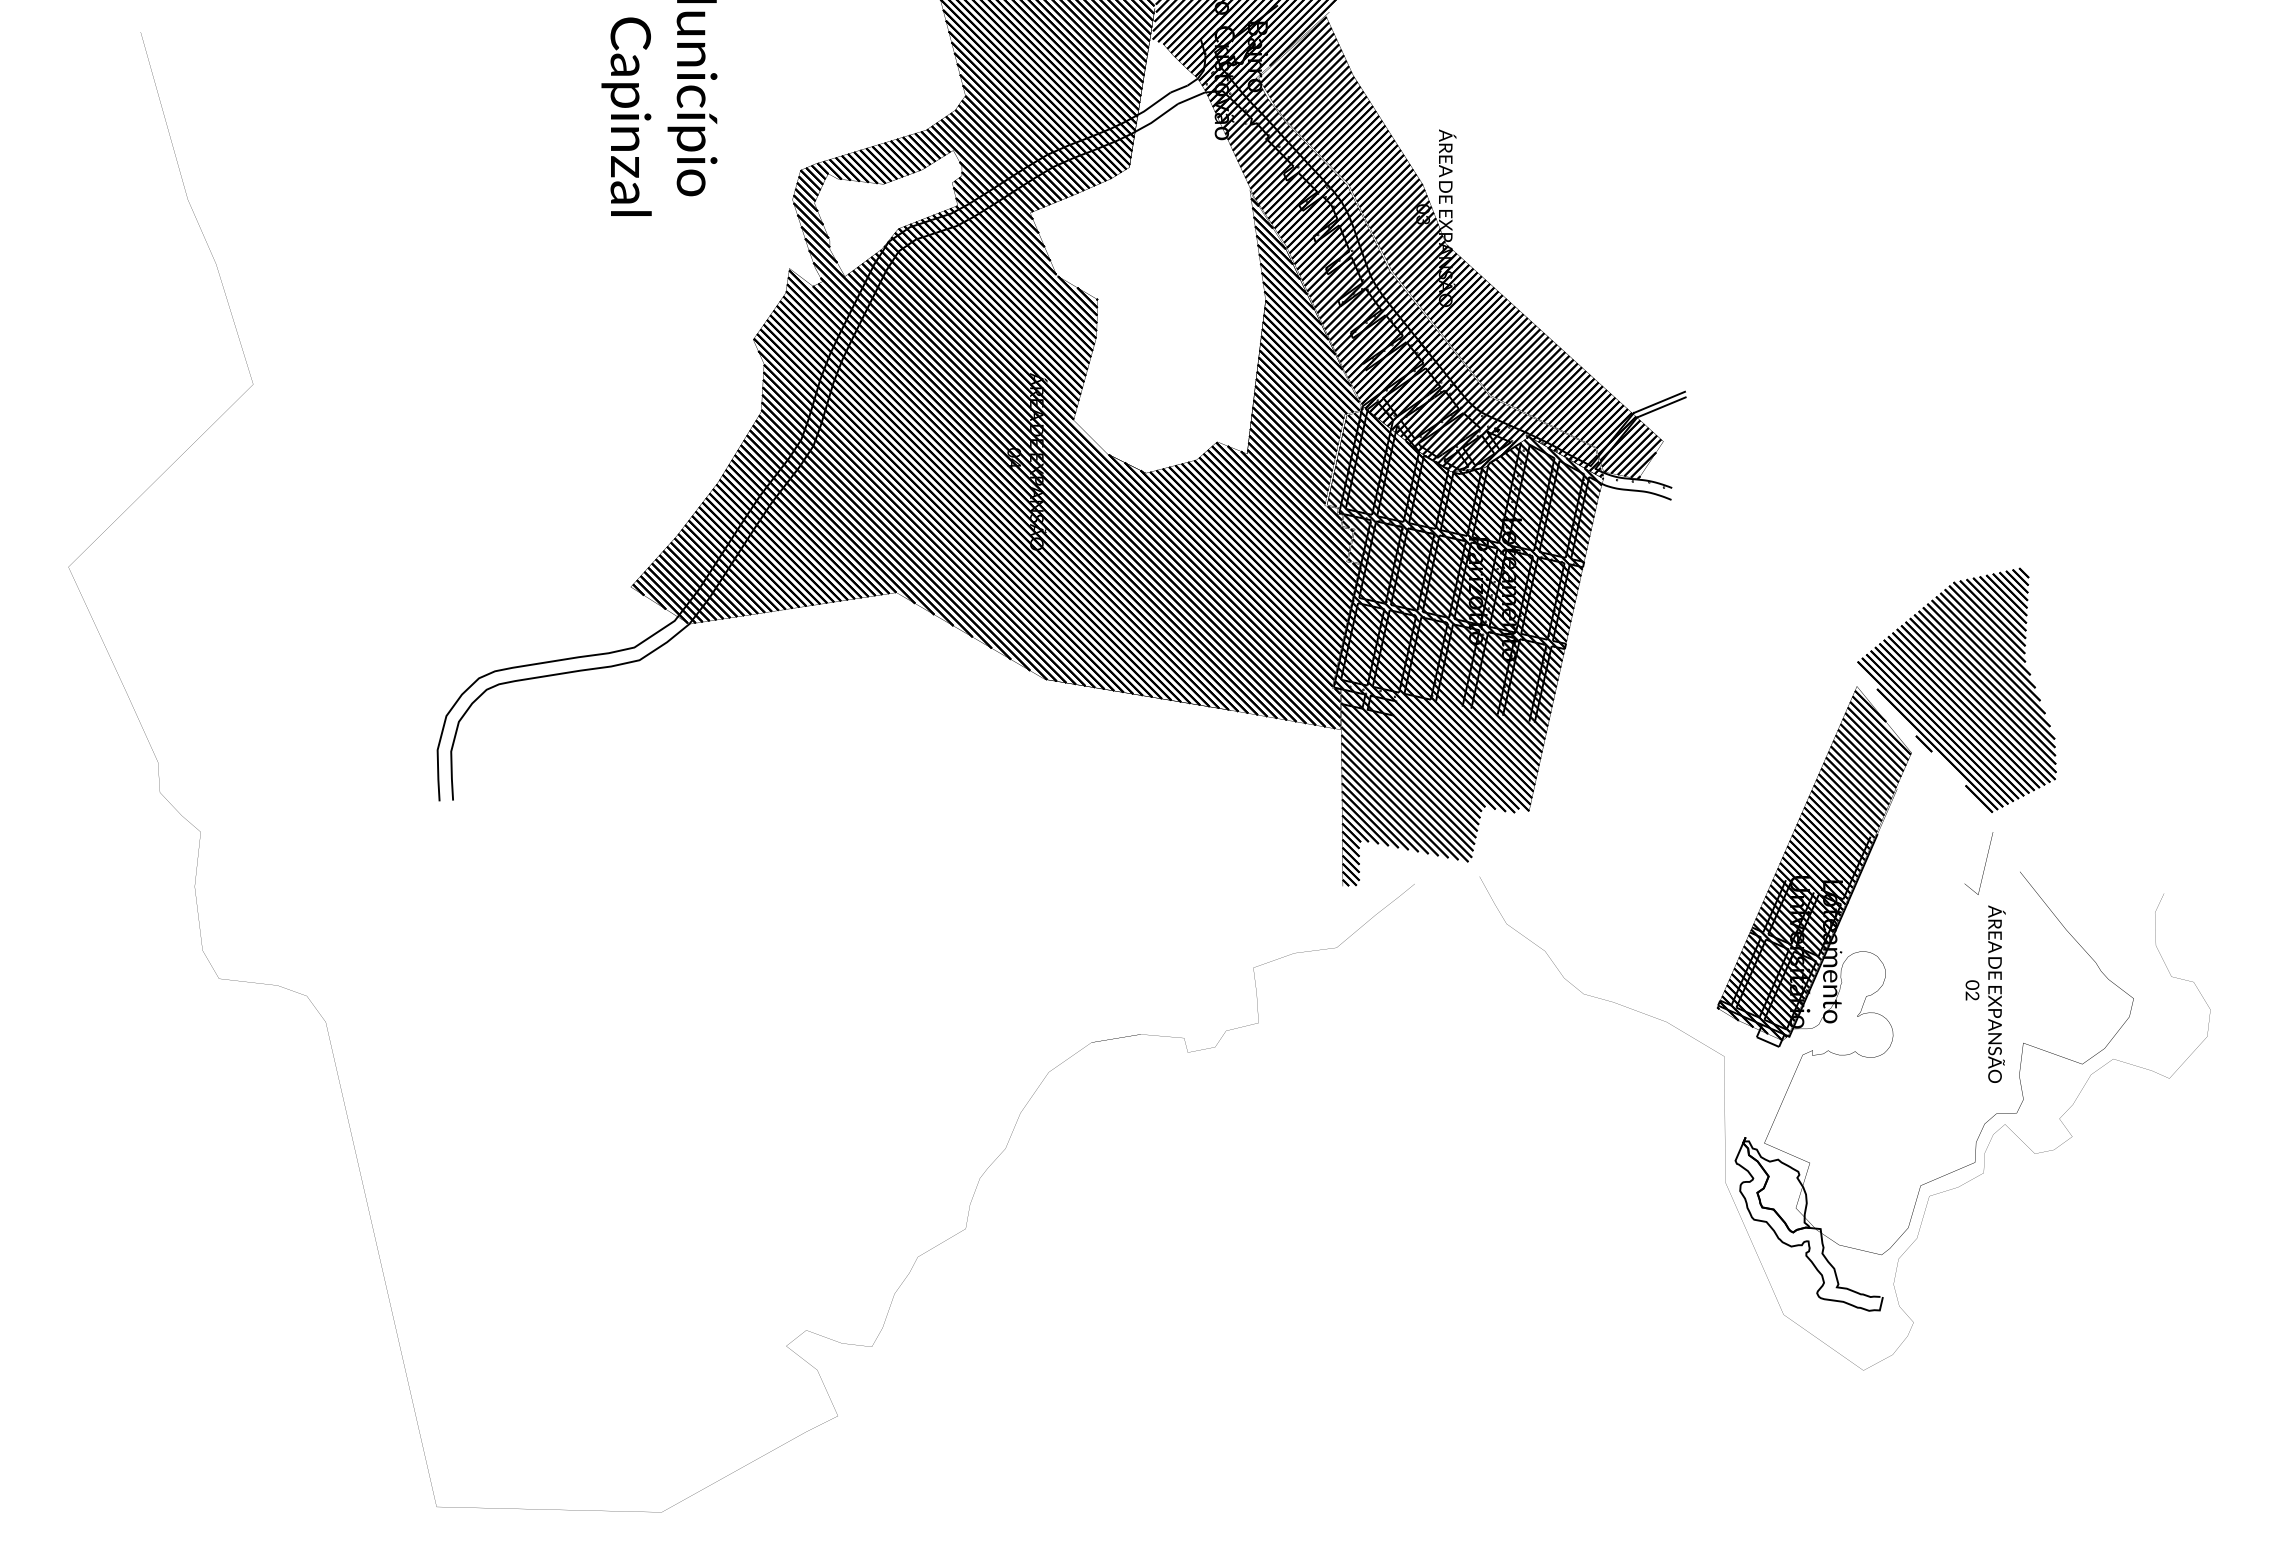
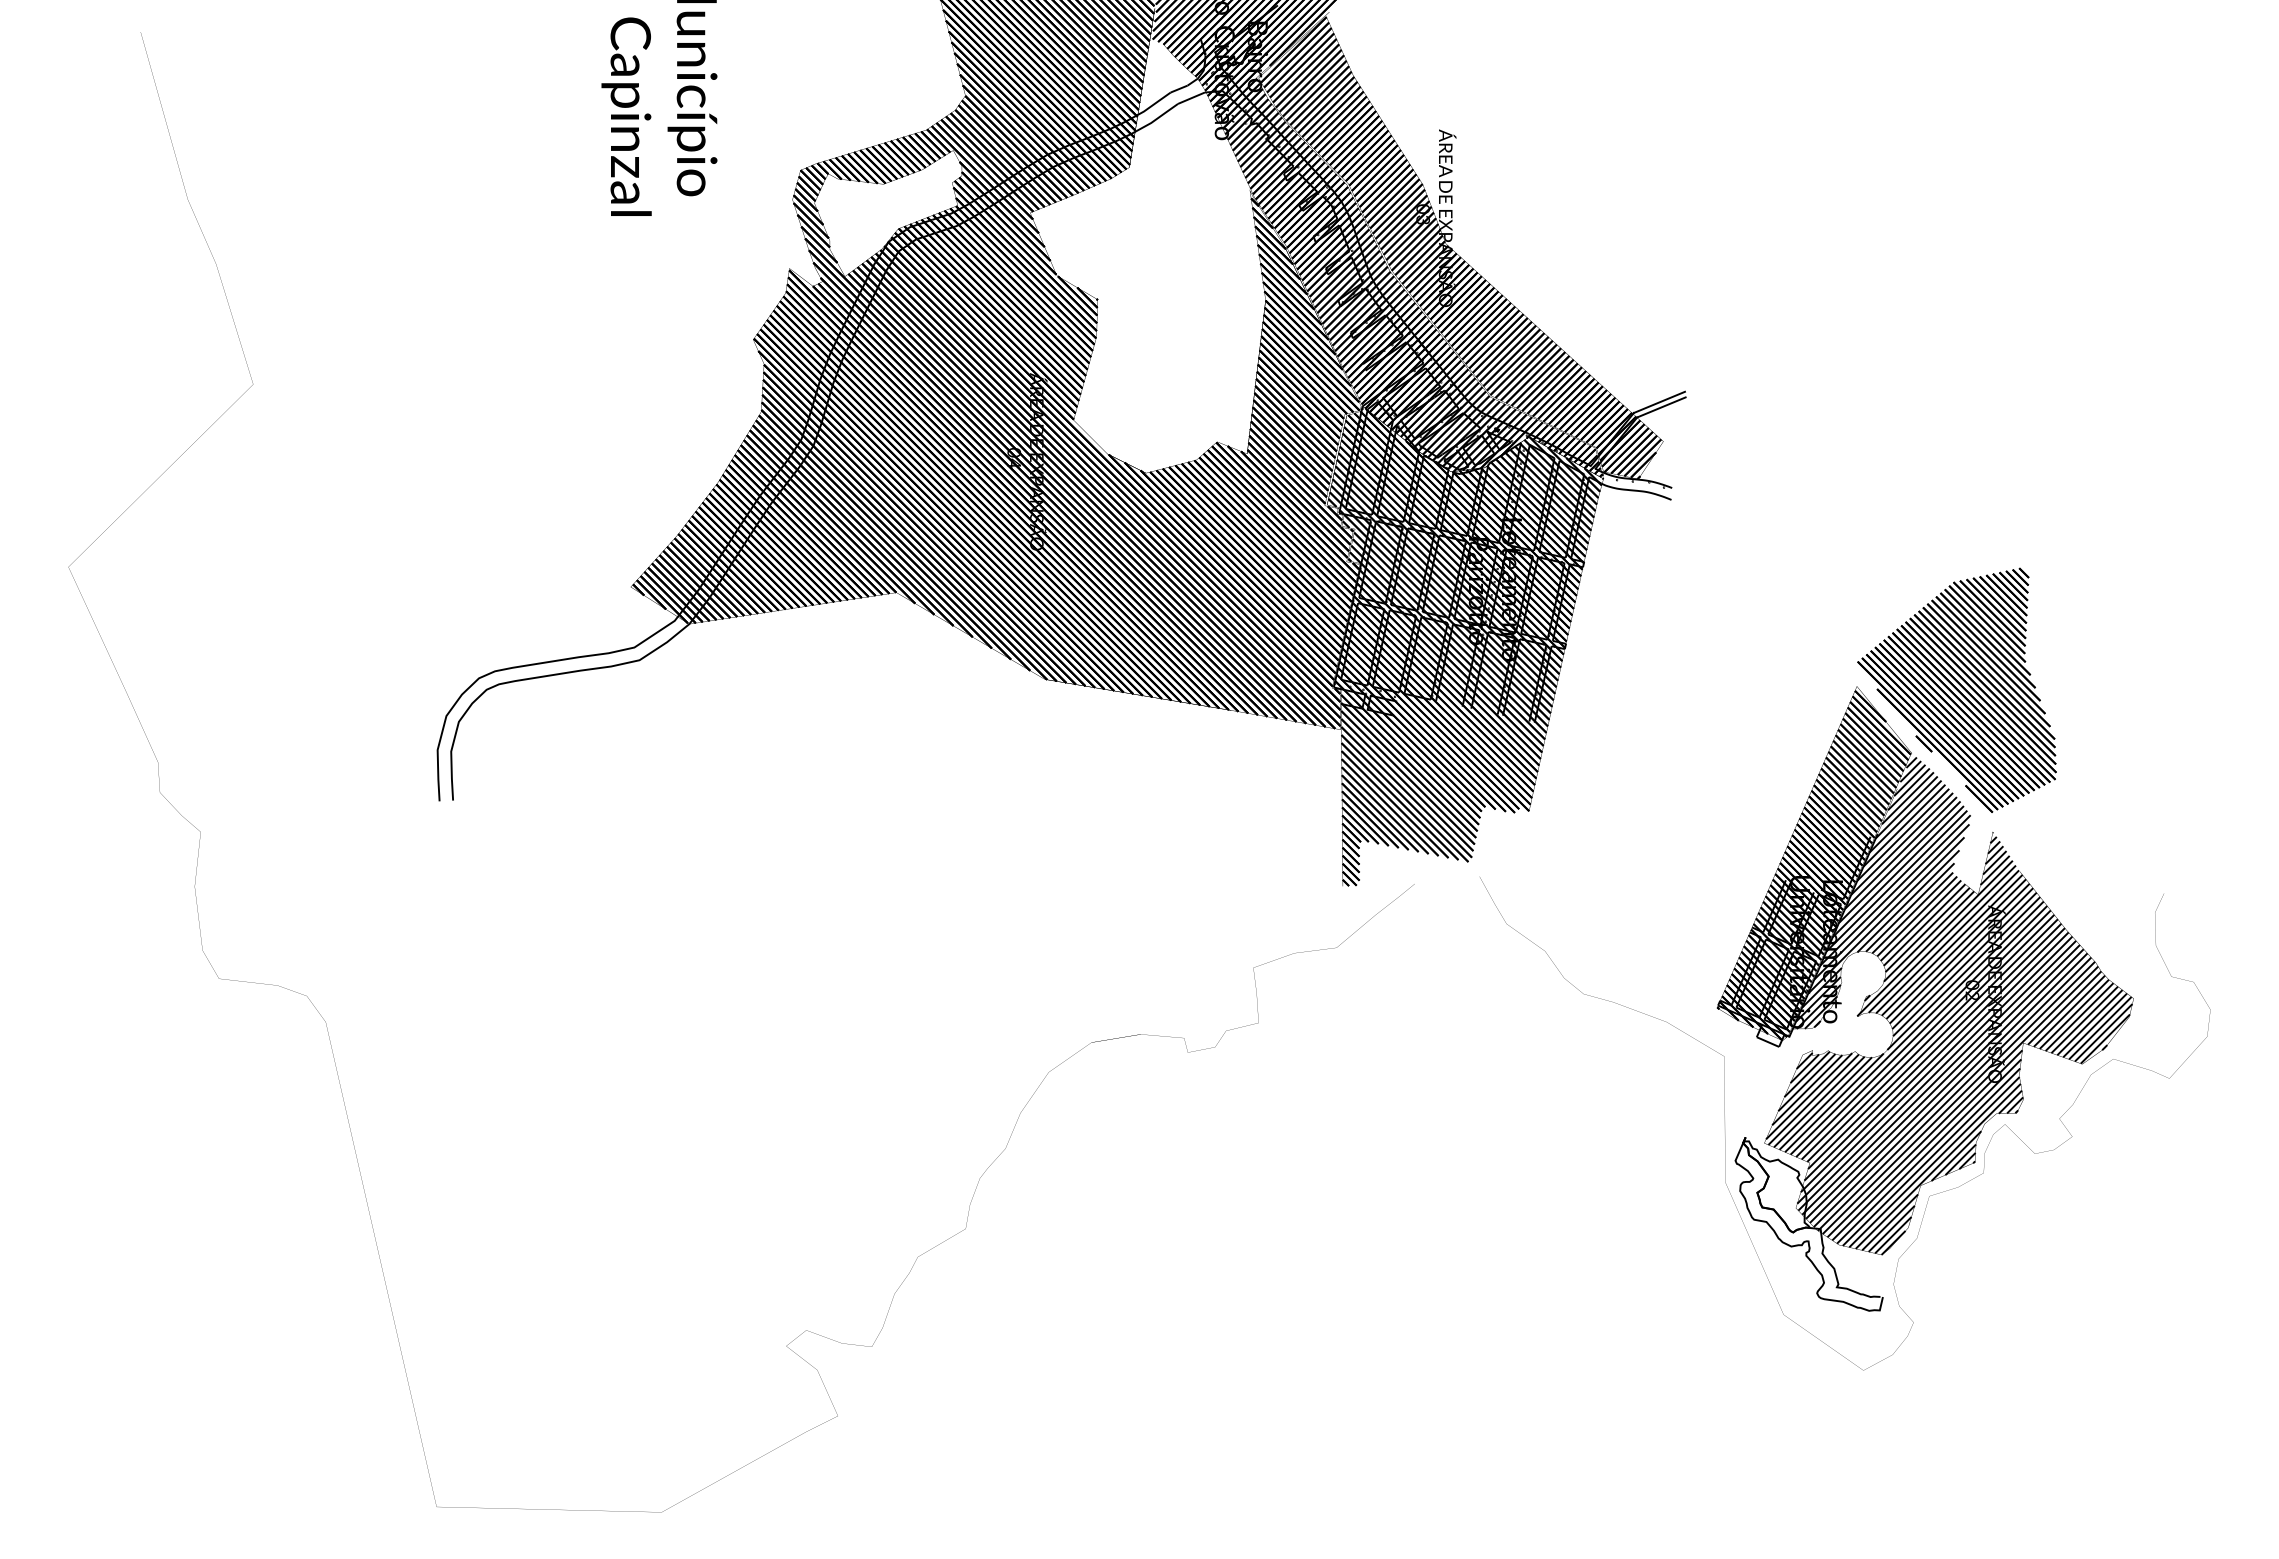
hatch at (1949, 1003): none -> present
